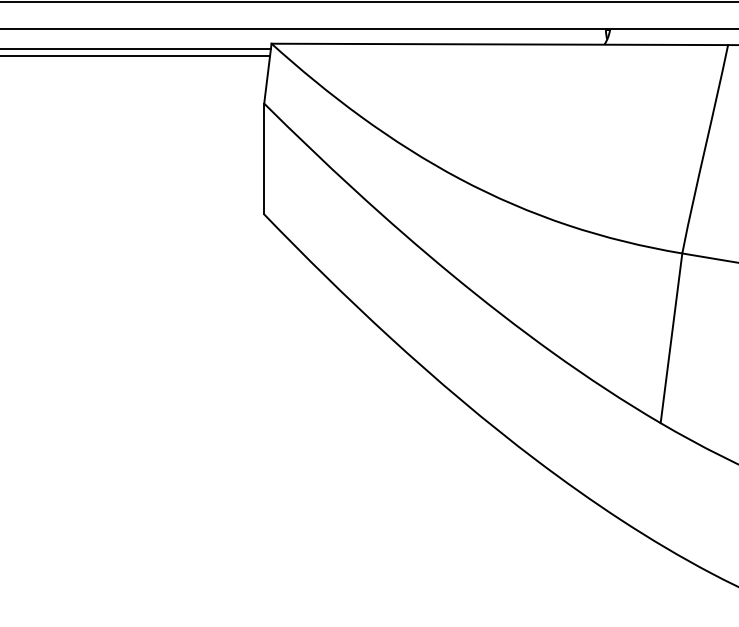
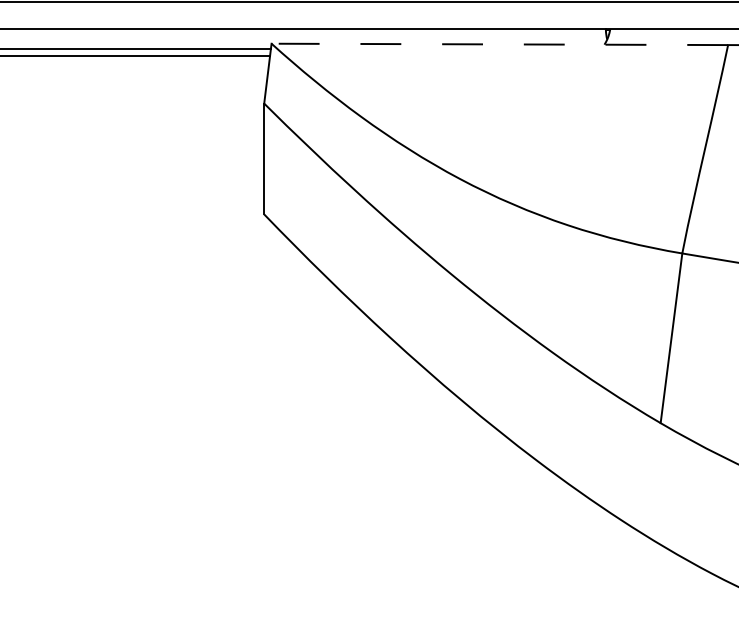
line at (499, 44): solid -> dashed
